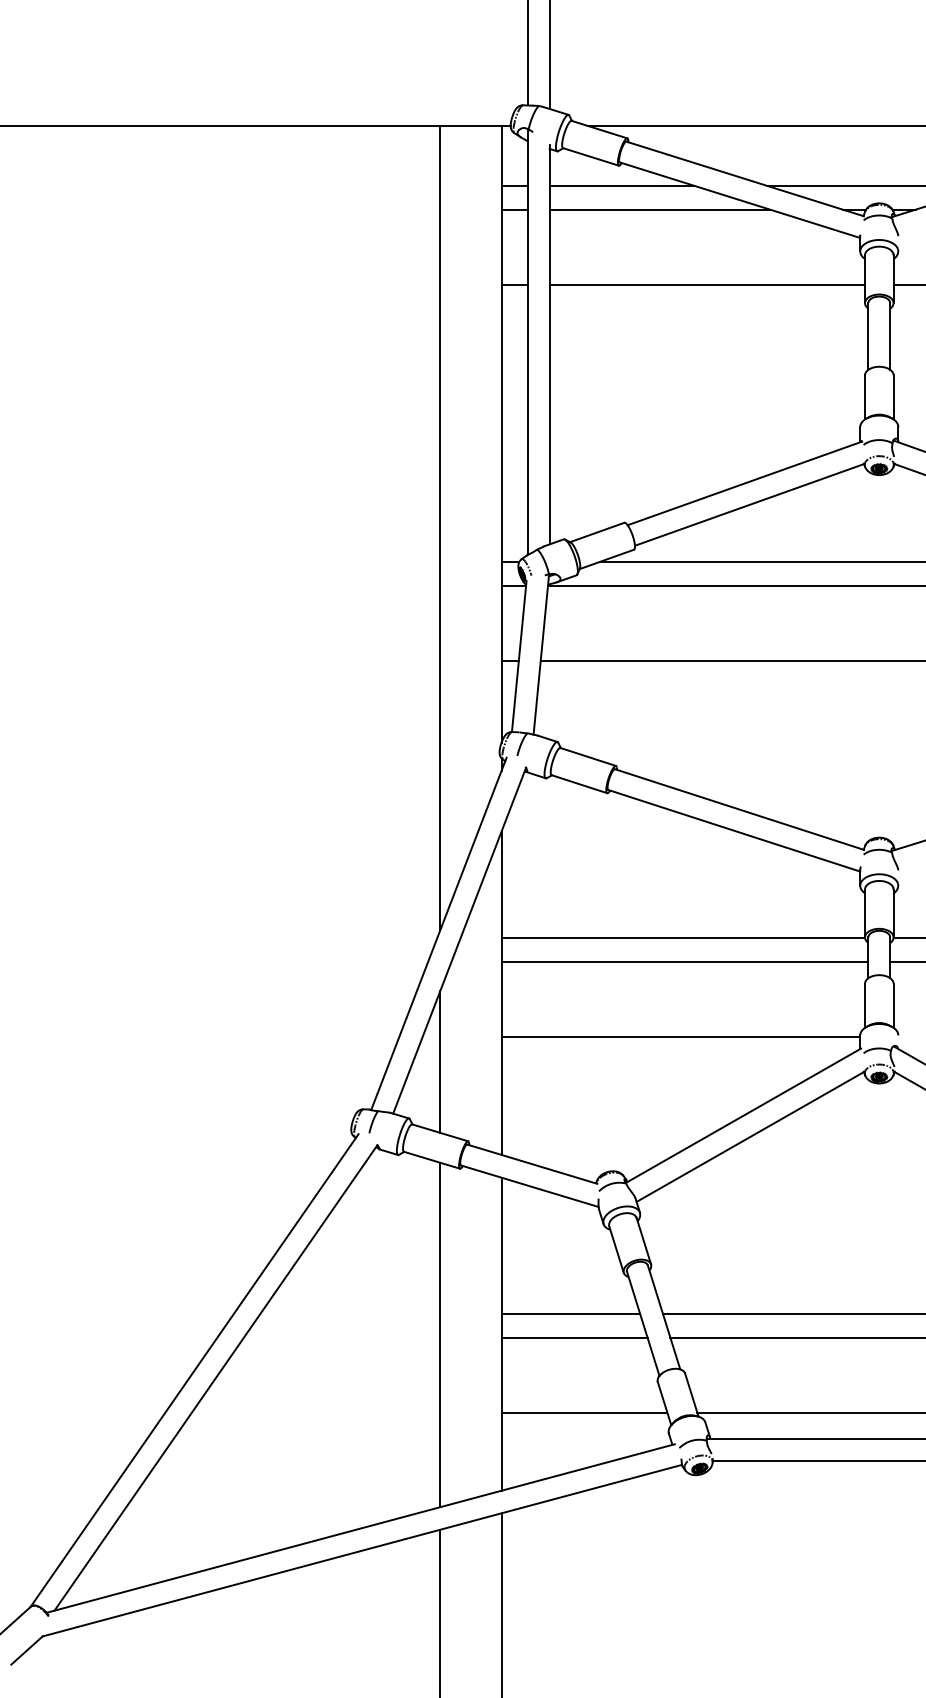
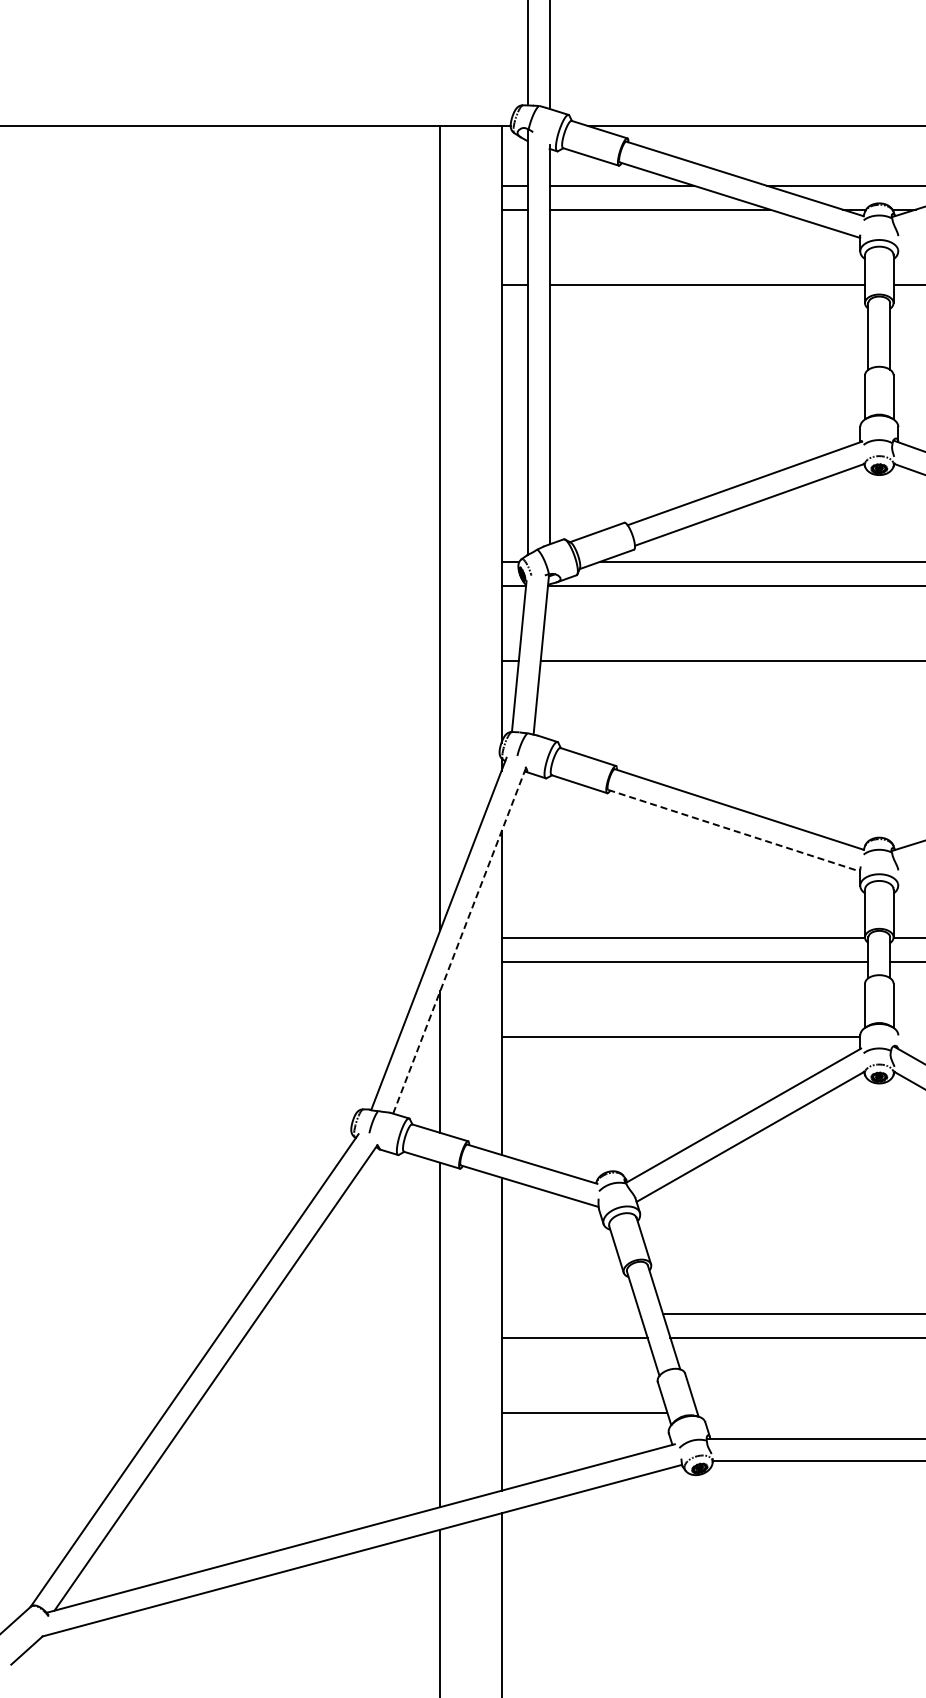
line at (734, 830): solid -> dashed
line at (459, 940): solid -> dashed
line at (570, 1313): present -> none
line at (809, 1412): present -> none
